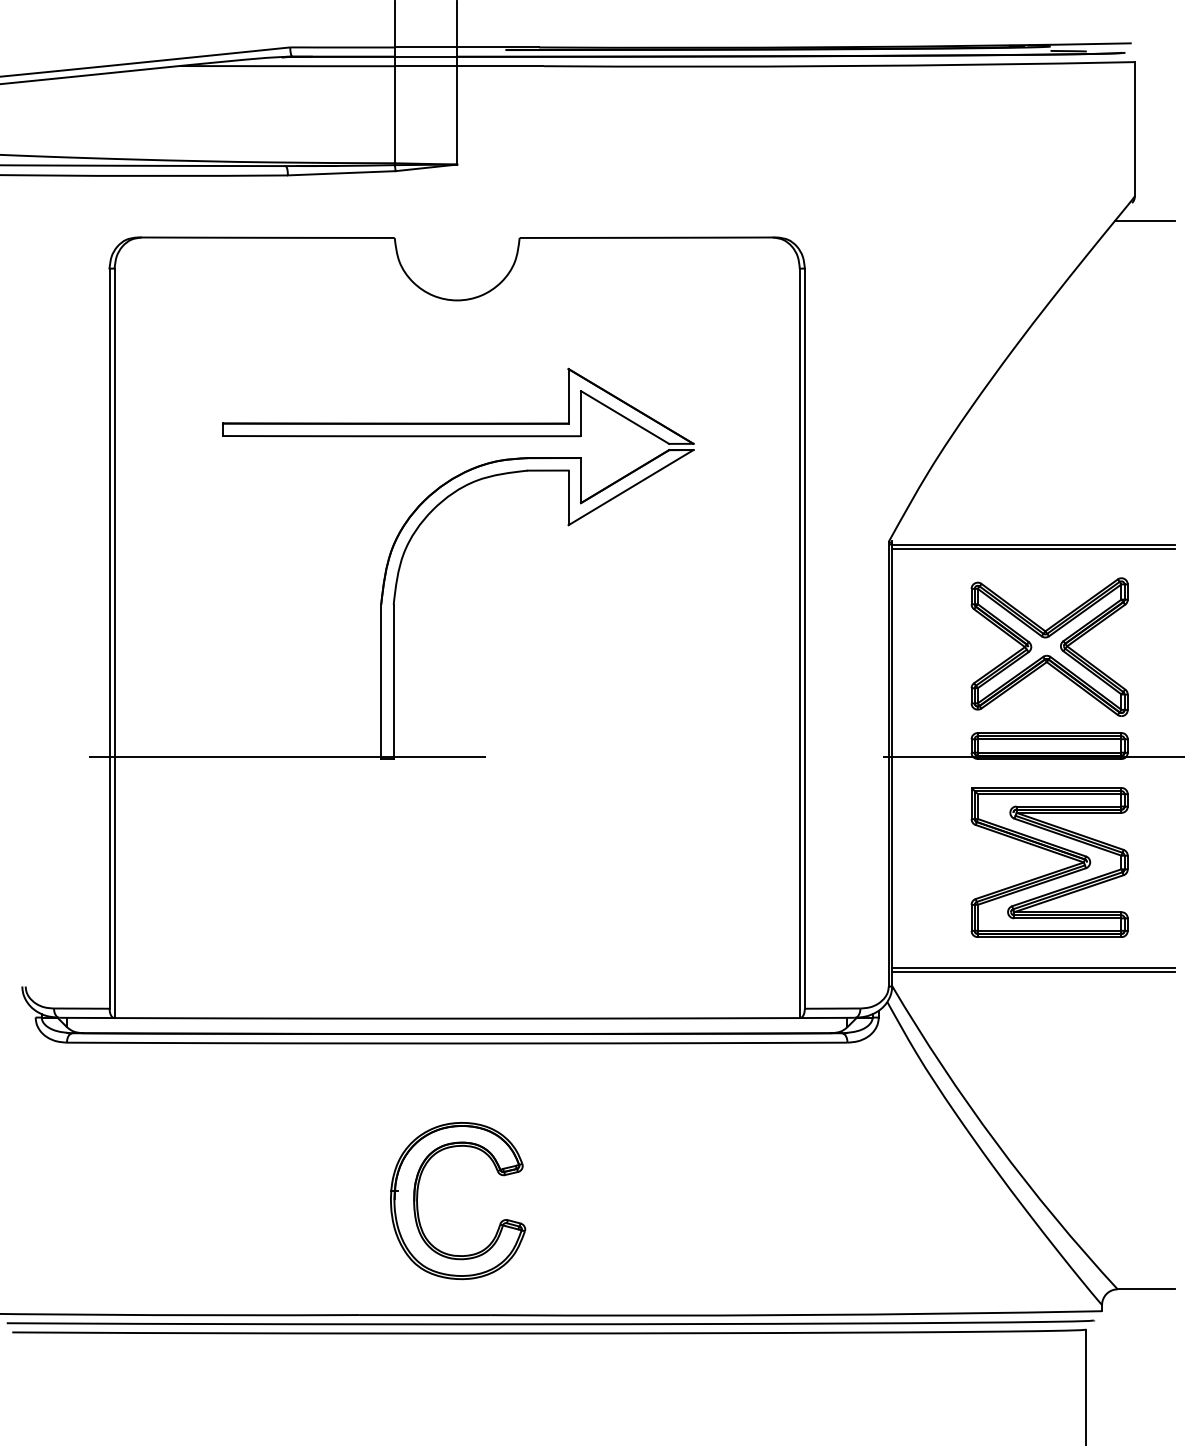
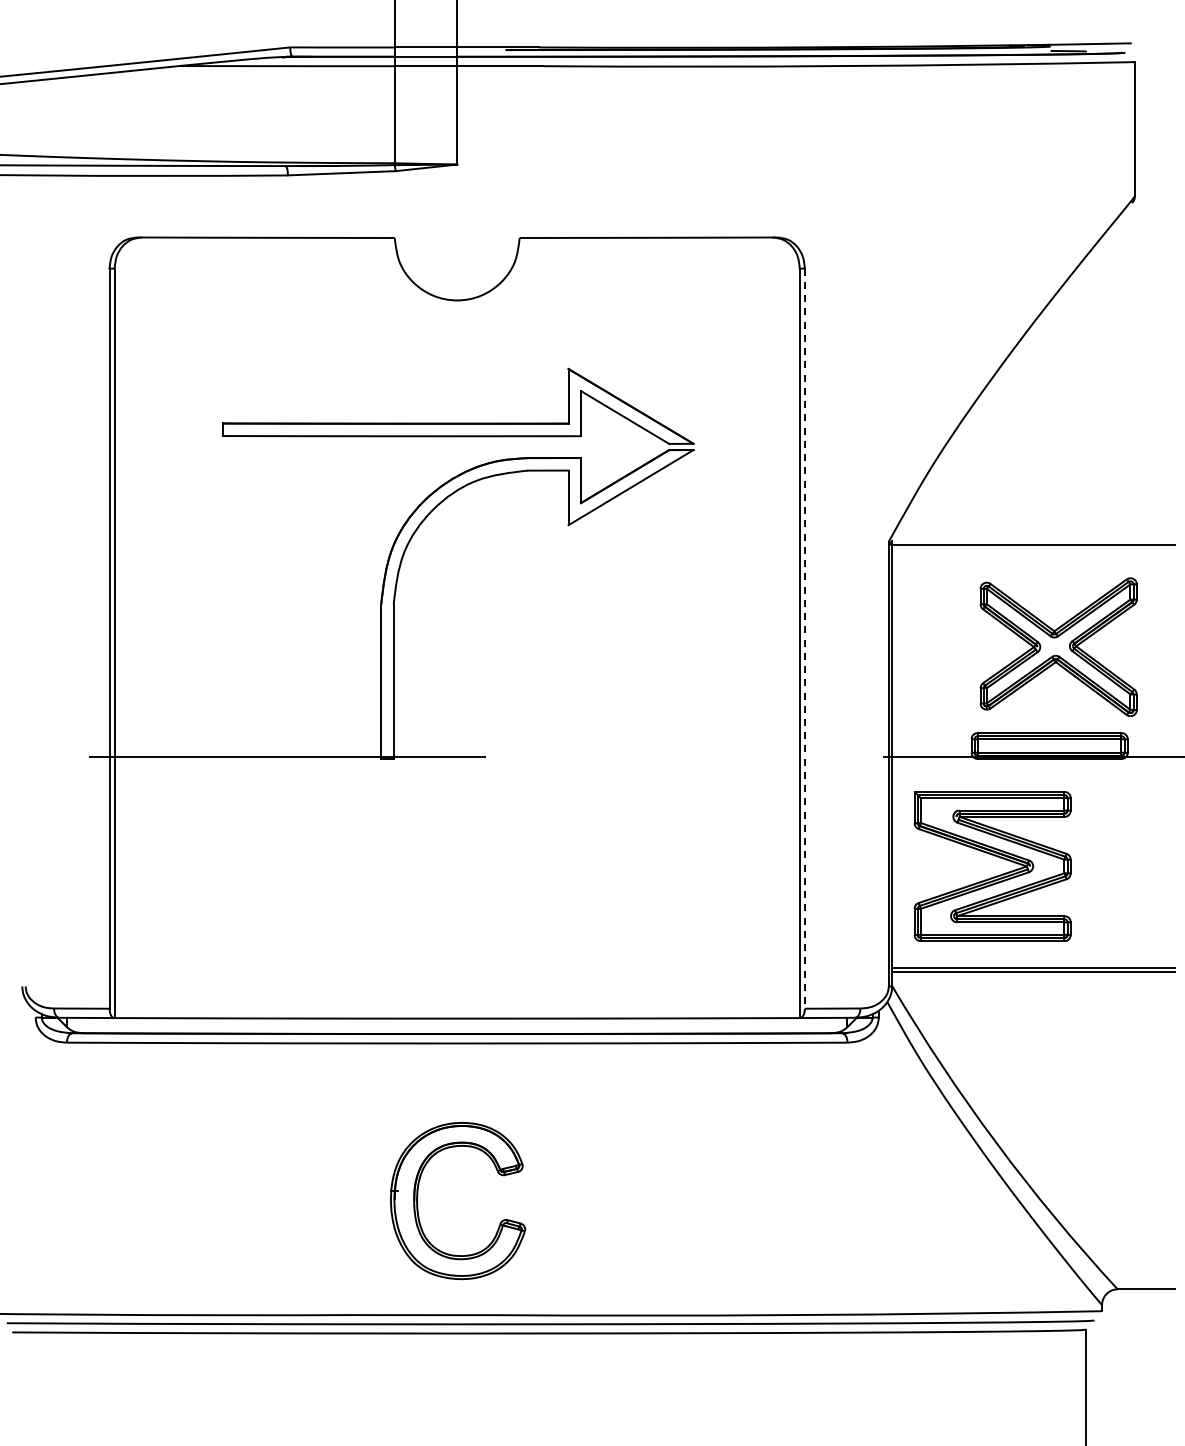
line at (1144, 221): present -> none
line at (1033, 548): present -> none
line at (804, 639): solid -> dashed
part at (1049, 646) position: (1049, 646) -> (1058, 646)
part at (1053, 871) position: (1053, 871) -> (996, 875)
